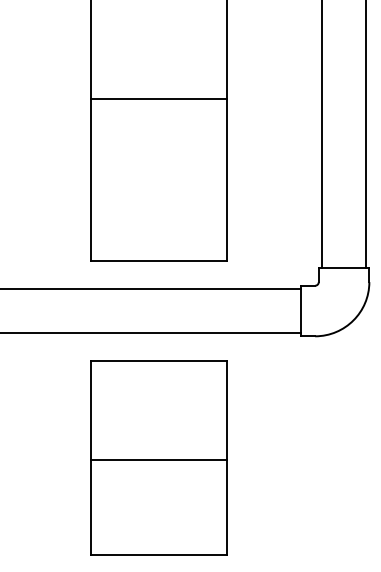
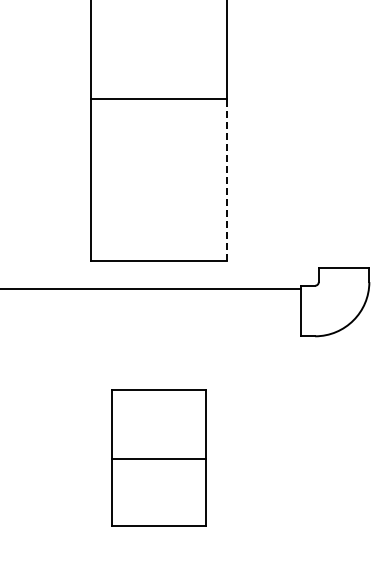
line at (322, 134): present -> none
line at (366, 134): present -> none
line at (226, 179): solid -> dashed
line at (151, 332): present -> none
part at (158, 457) size: 138x196 px -> 96x138 px
